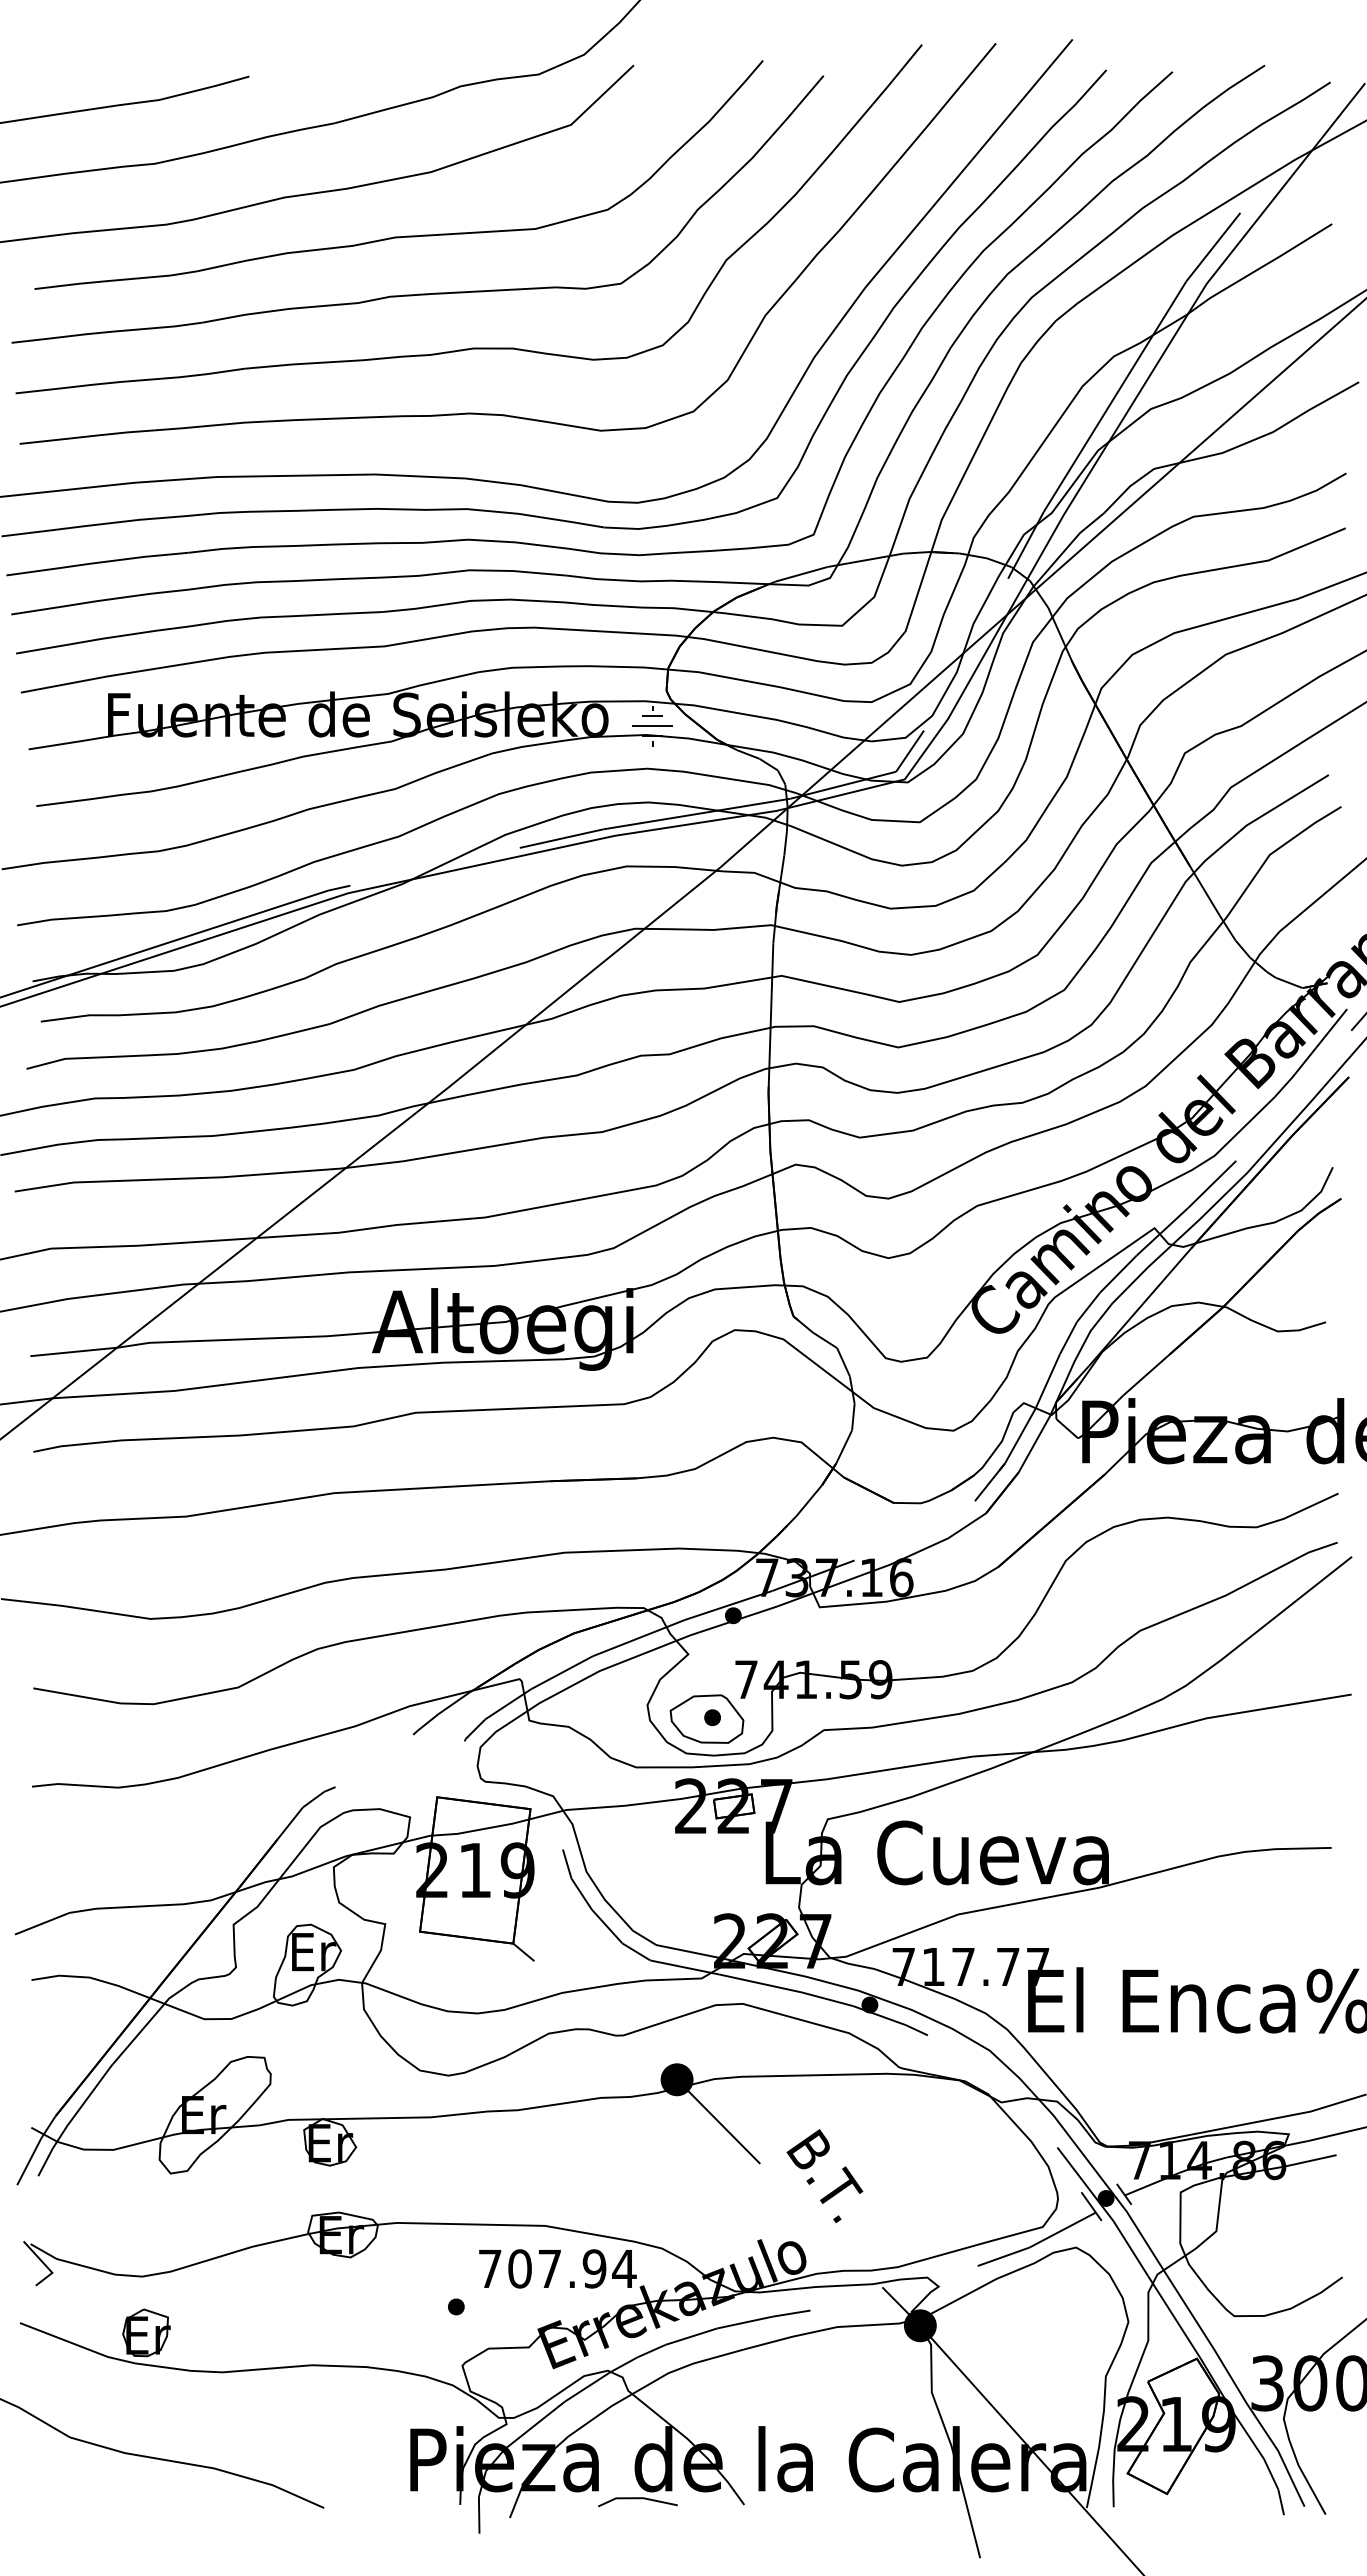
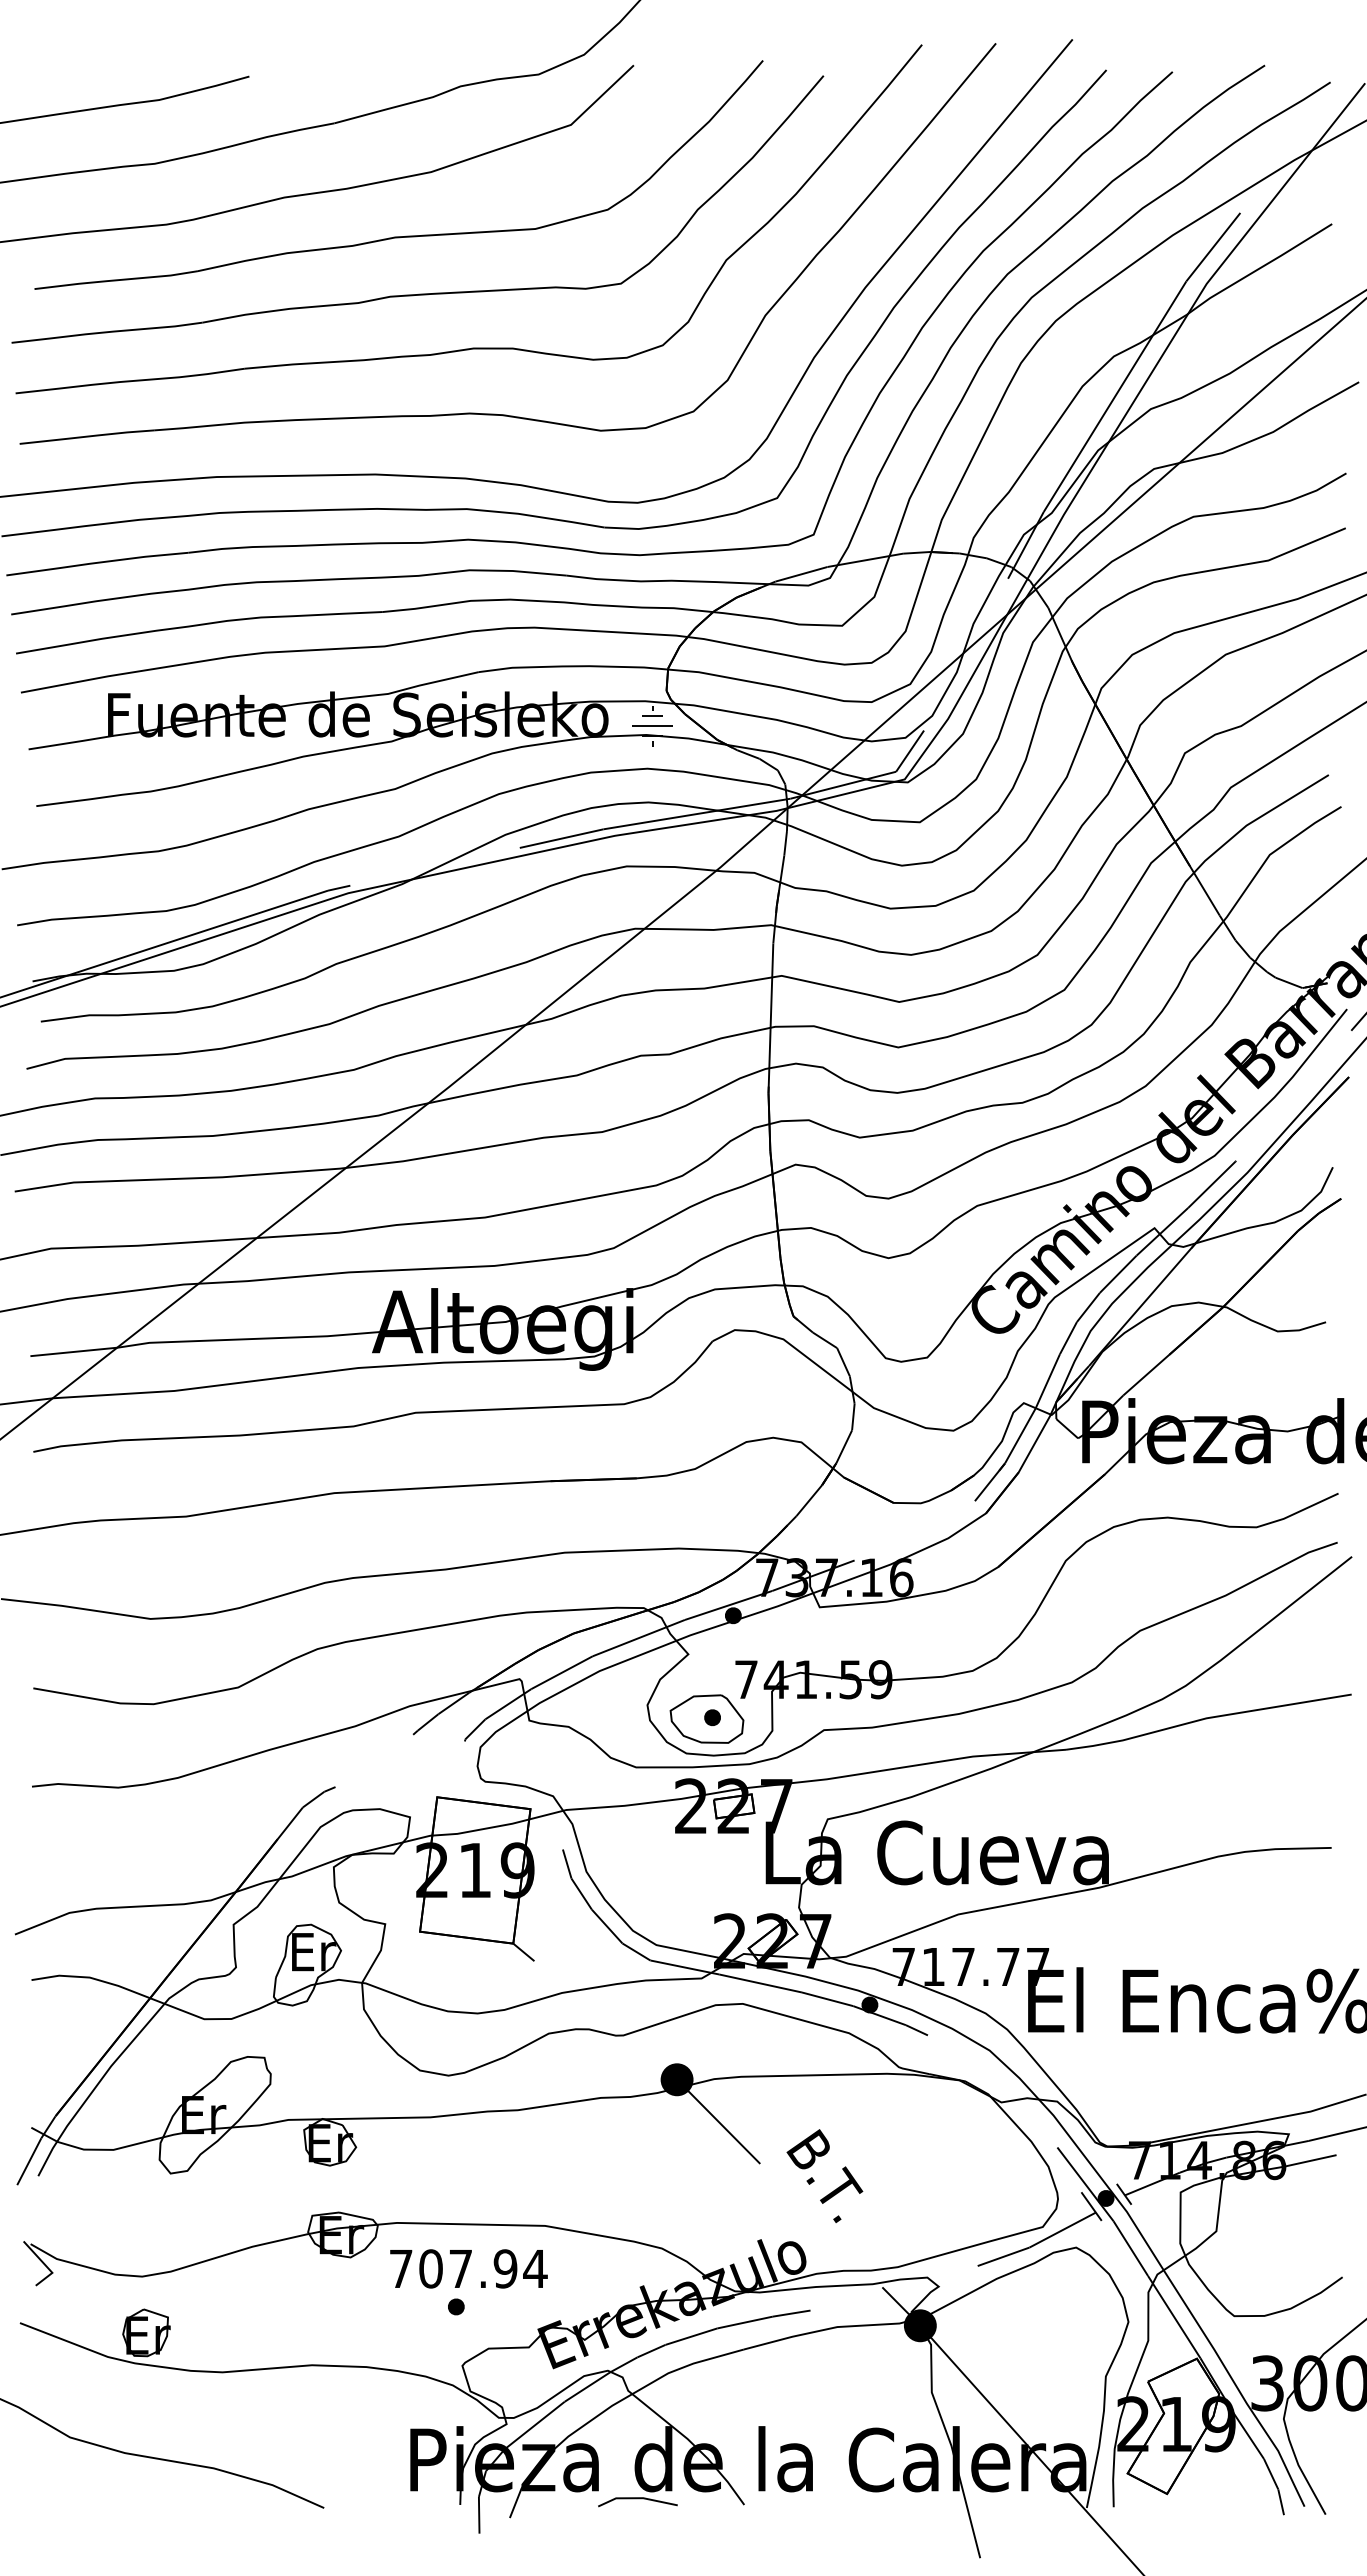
text at (557, 2268) position: (557, 2268) -> (468, 2268)
